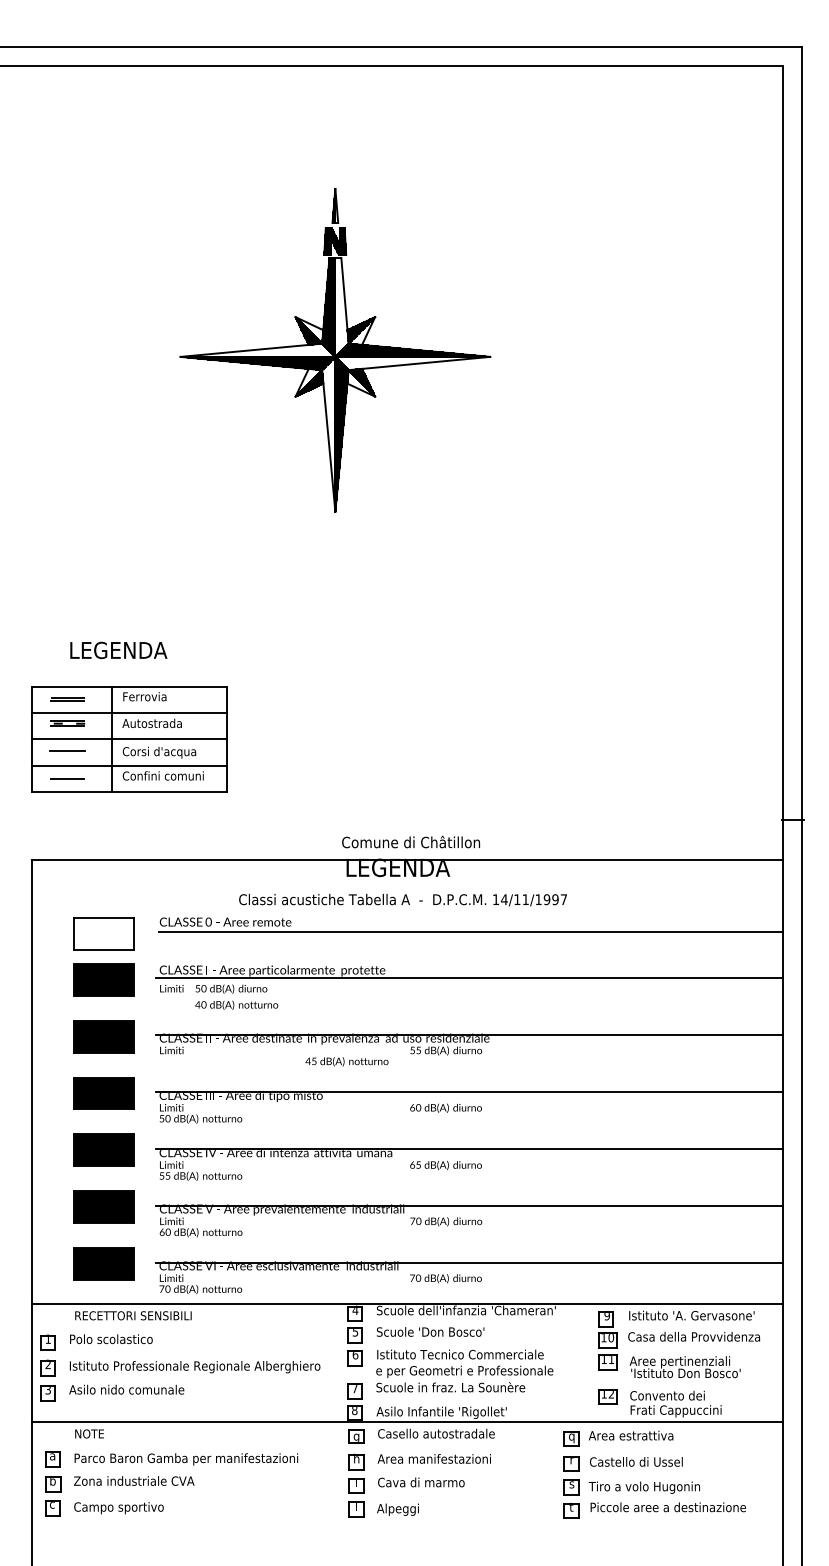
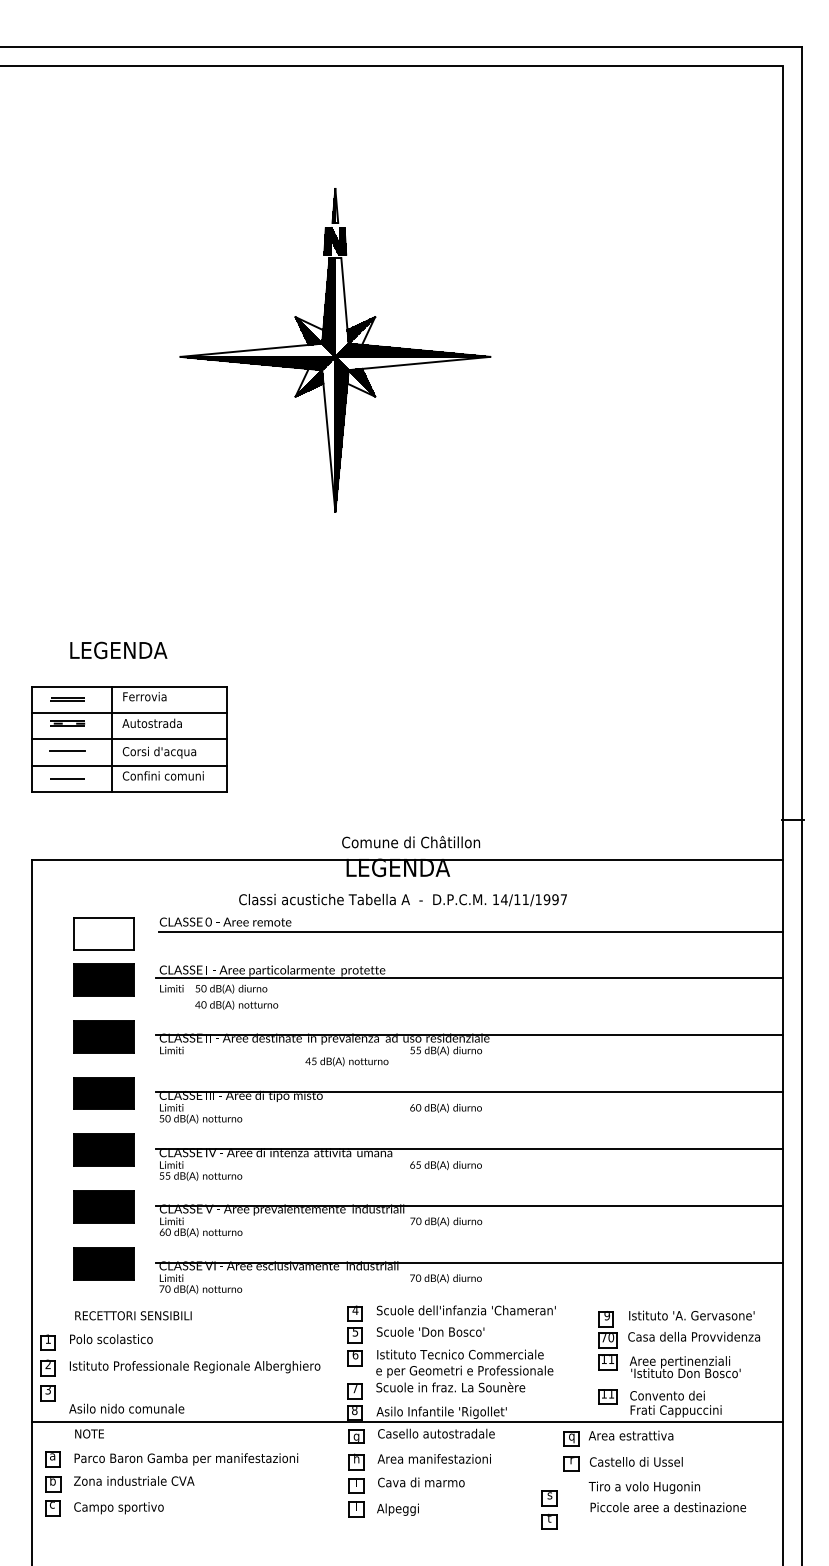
line at (407, 1303): present -> none
text at (603, 1338): 10 -> 70
text at (126, 1389) position: (126, 1389) -> (126, 1408)
text at (610, 1394): 12 -> 11
part at (571, 1498) position: (571, 1498) -> (549, 1509)
